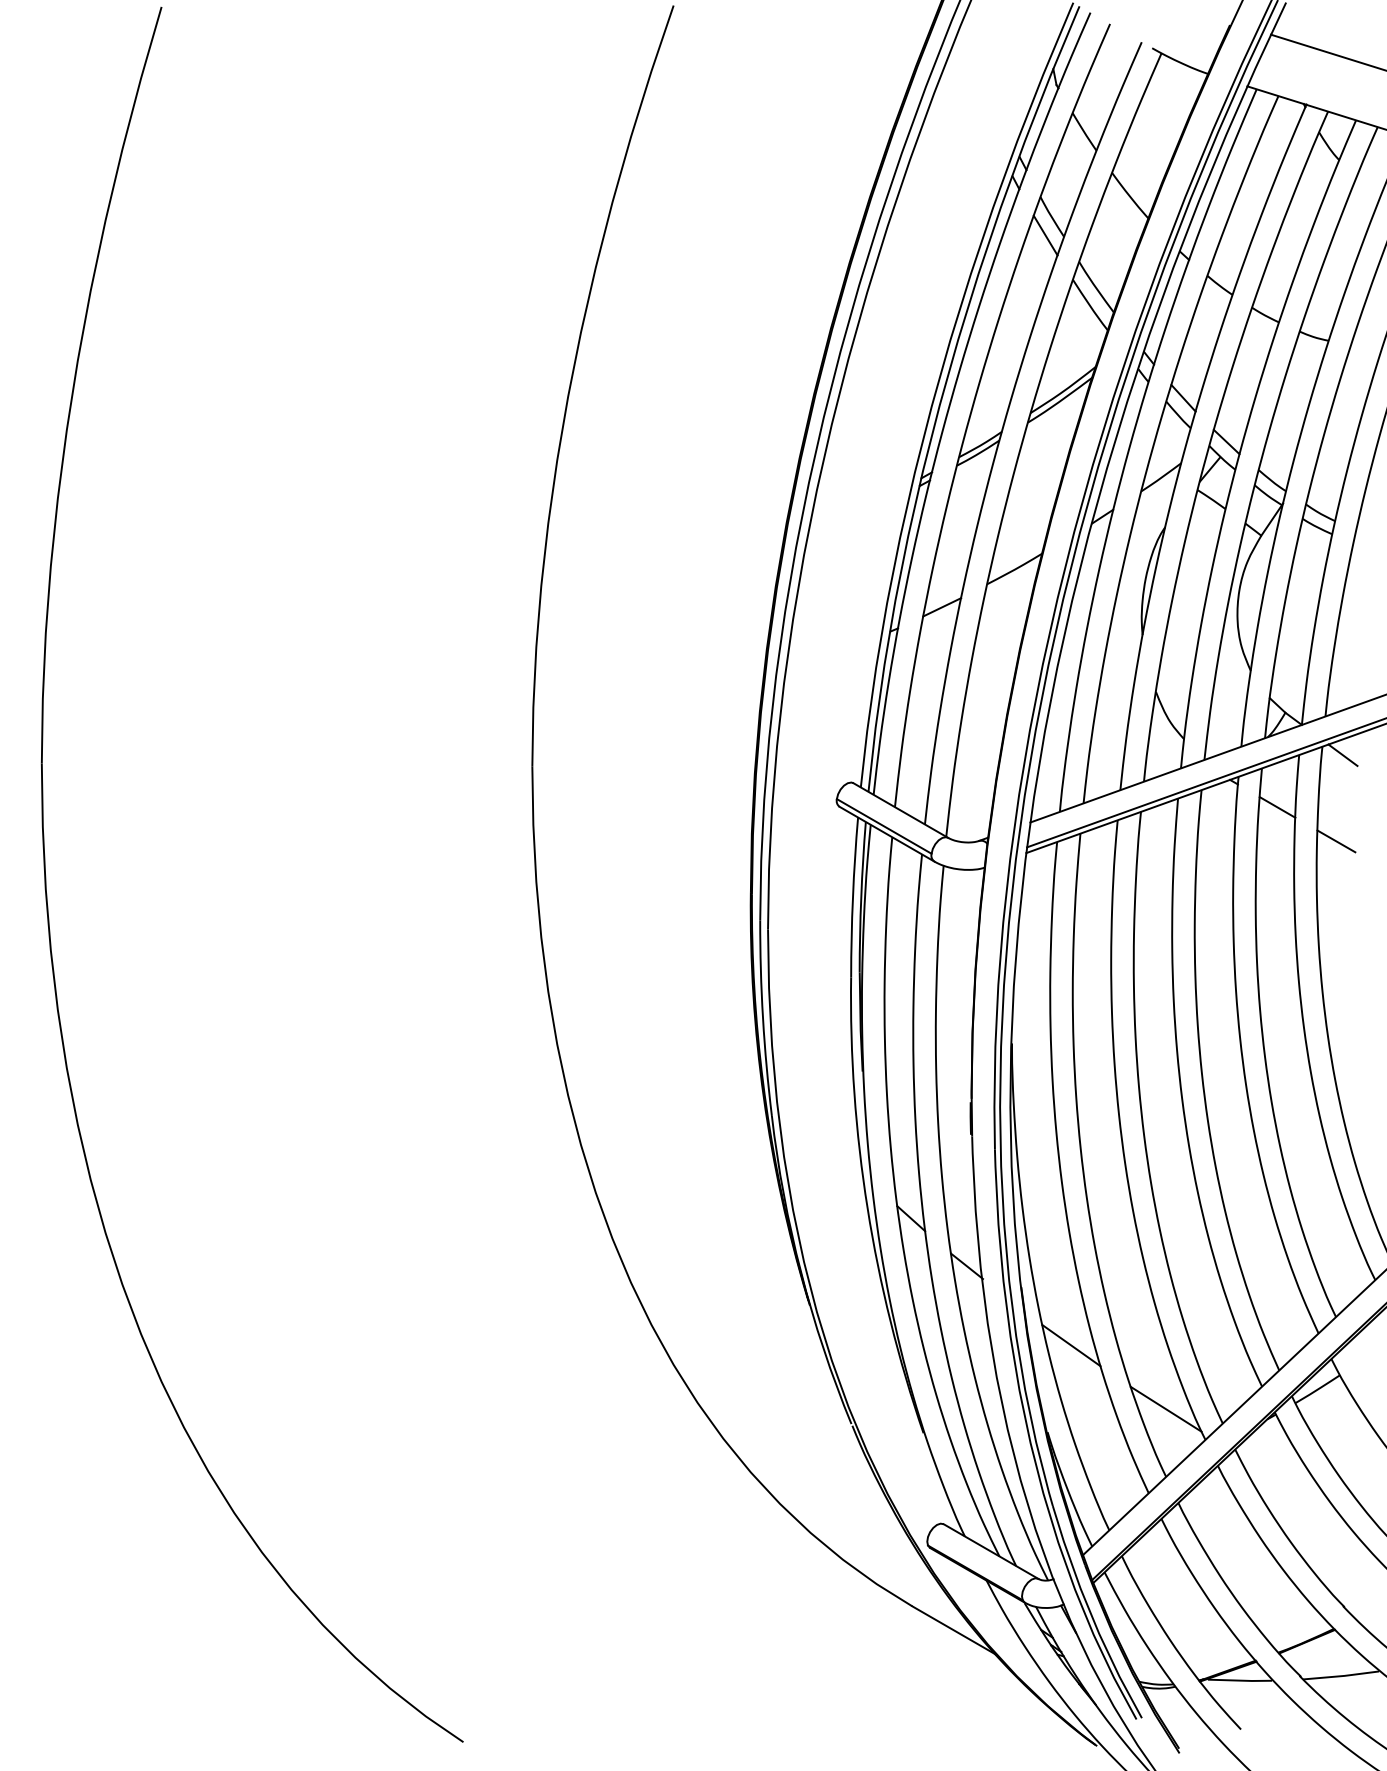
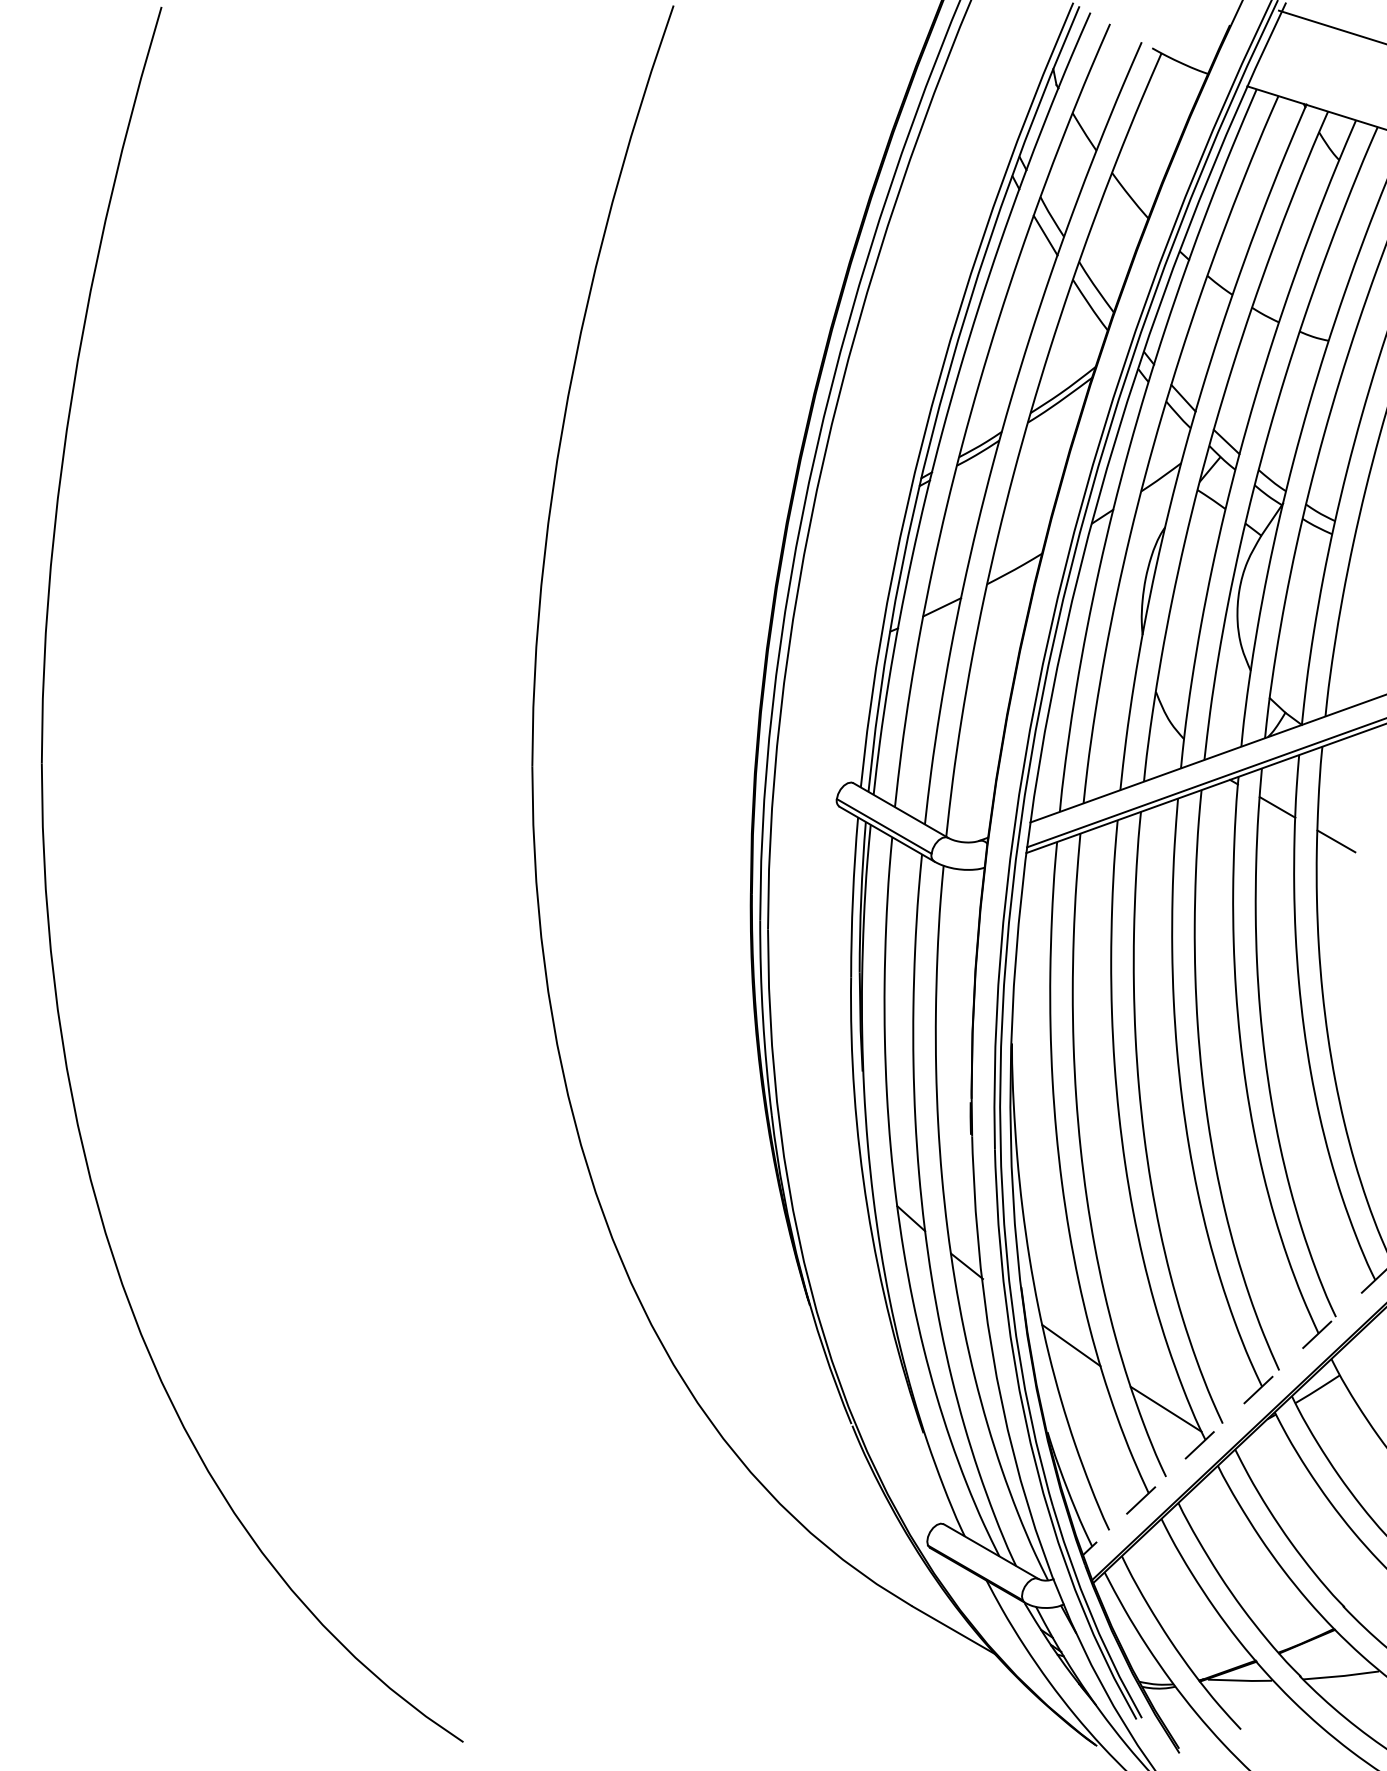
line at (1326, 51) position: (1326, 51) -> (1330, 26)
line at (1342, 754): present -> none
line at (1234, 1412): solid -> dashed
